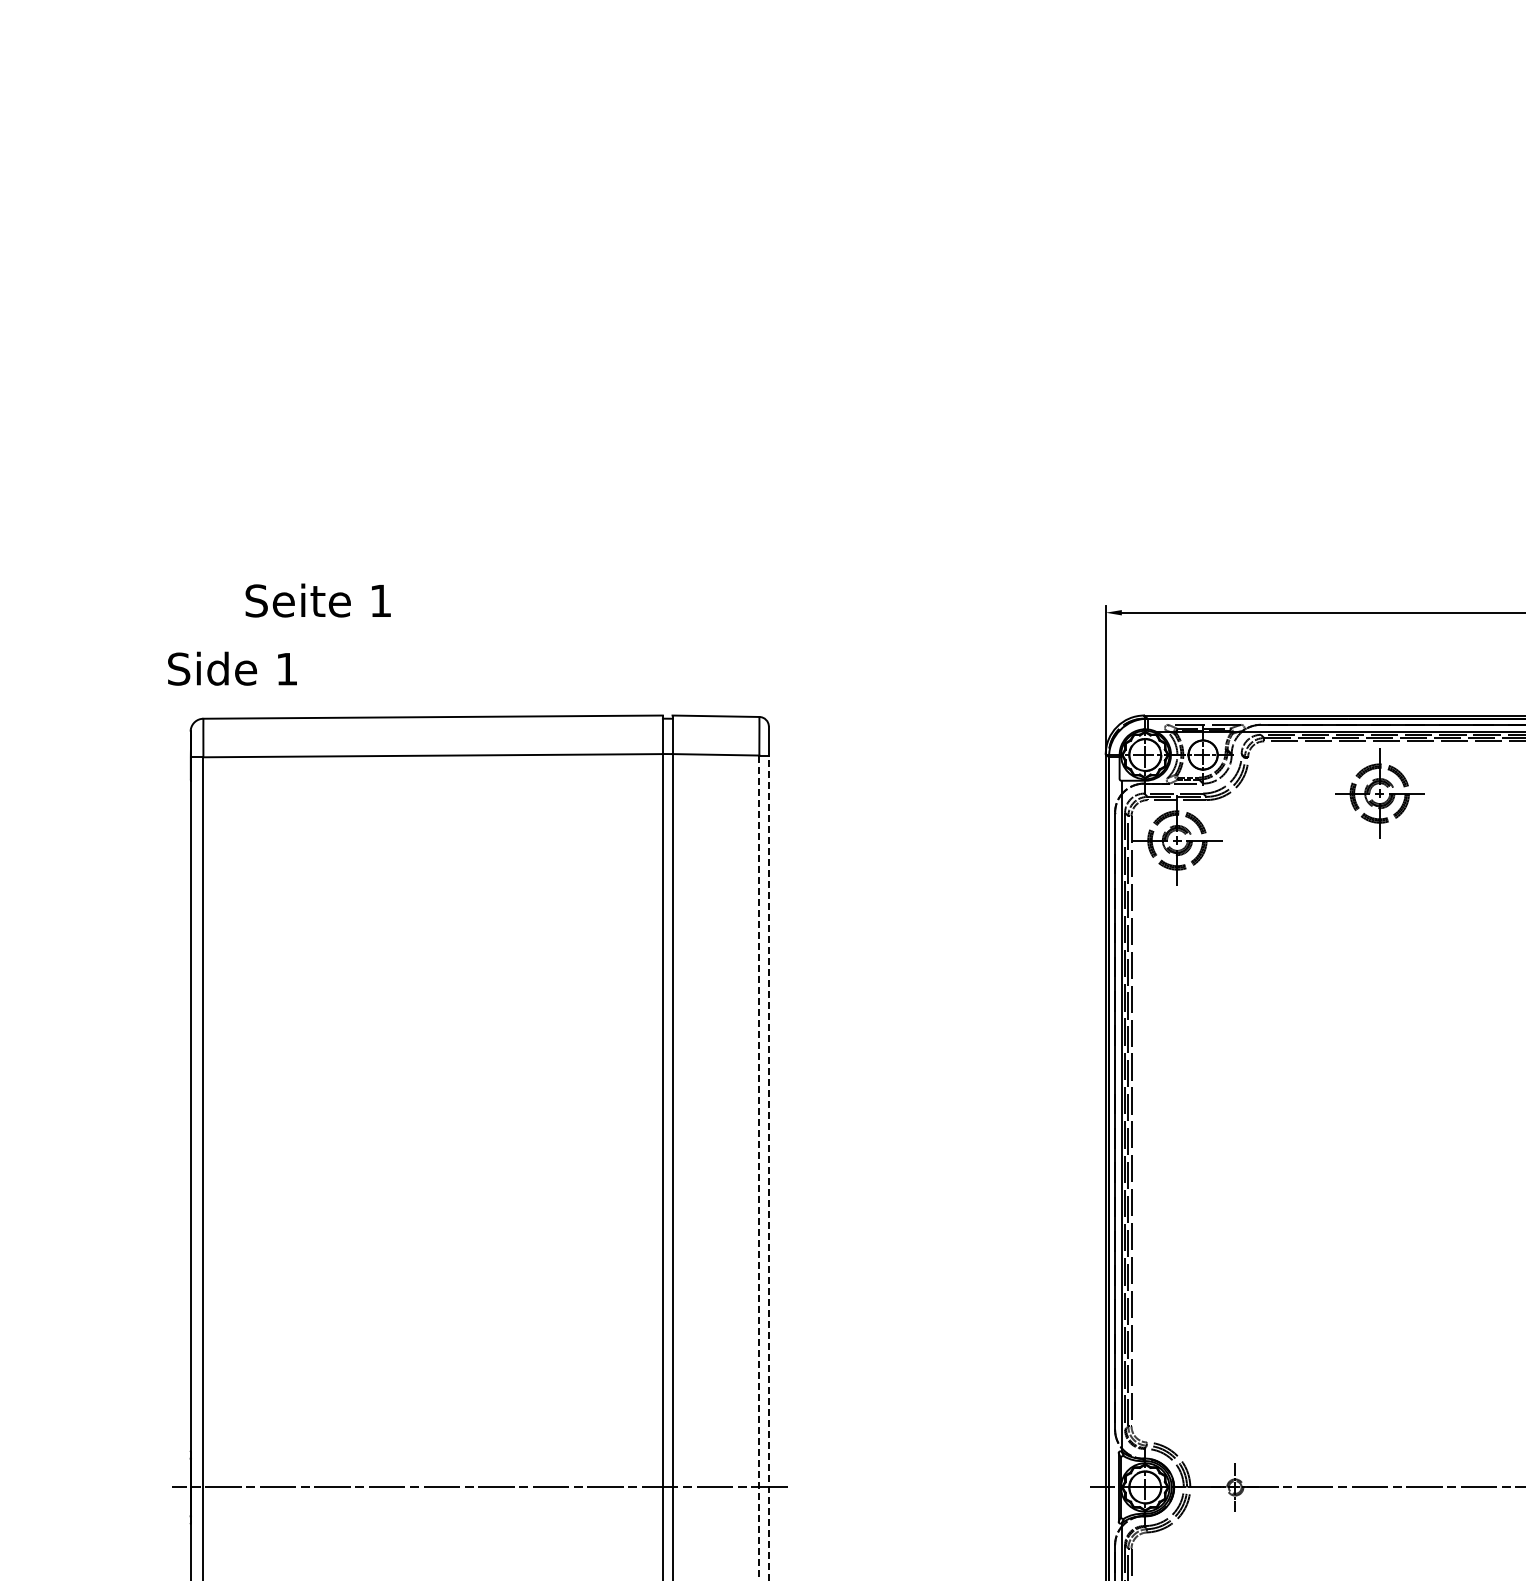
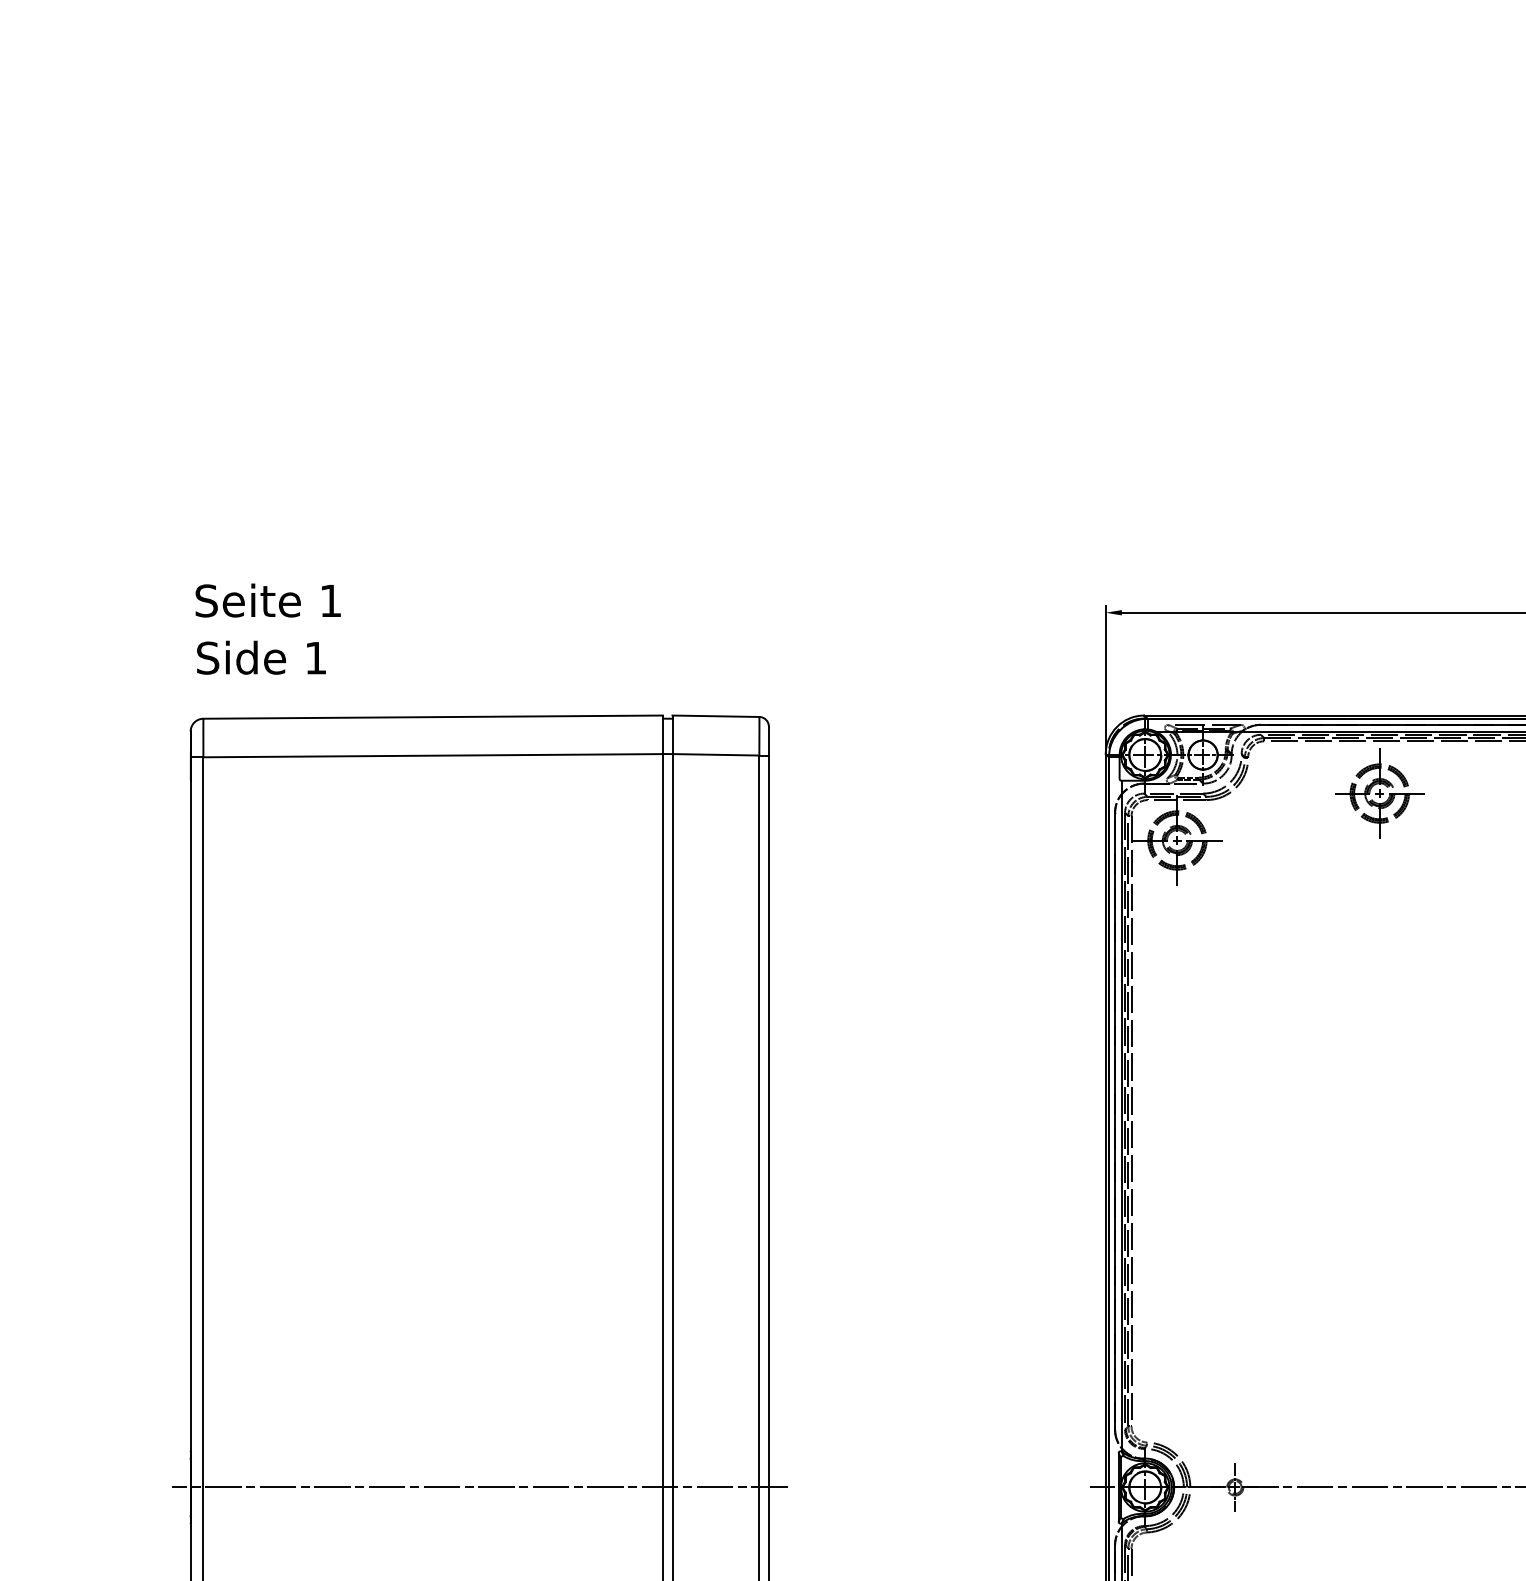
text at (317, 600) position: (317, 600) -> (267, 600)
text at (232, 668) position: (232, 668) -> (261, 657)
line at (768, 1167): dashed -> solid
line at (759, 1168): dashed -> solid
